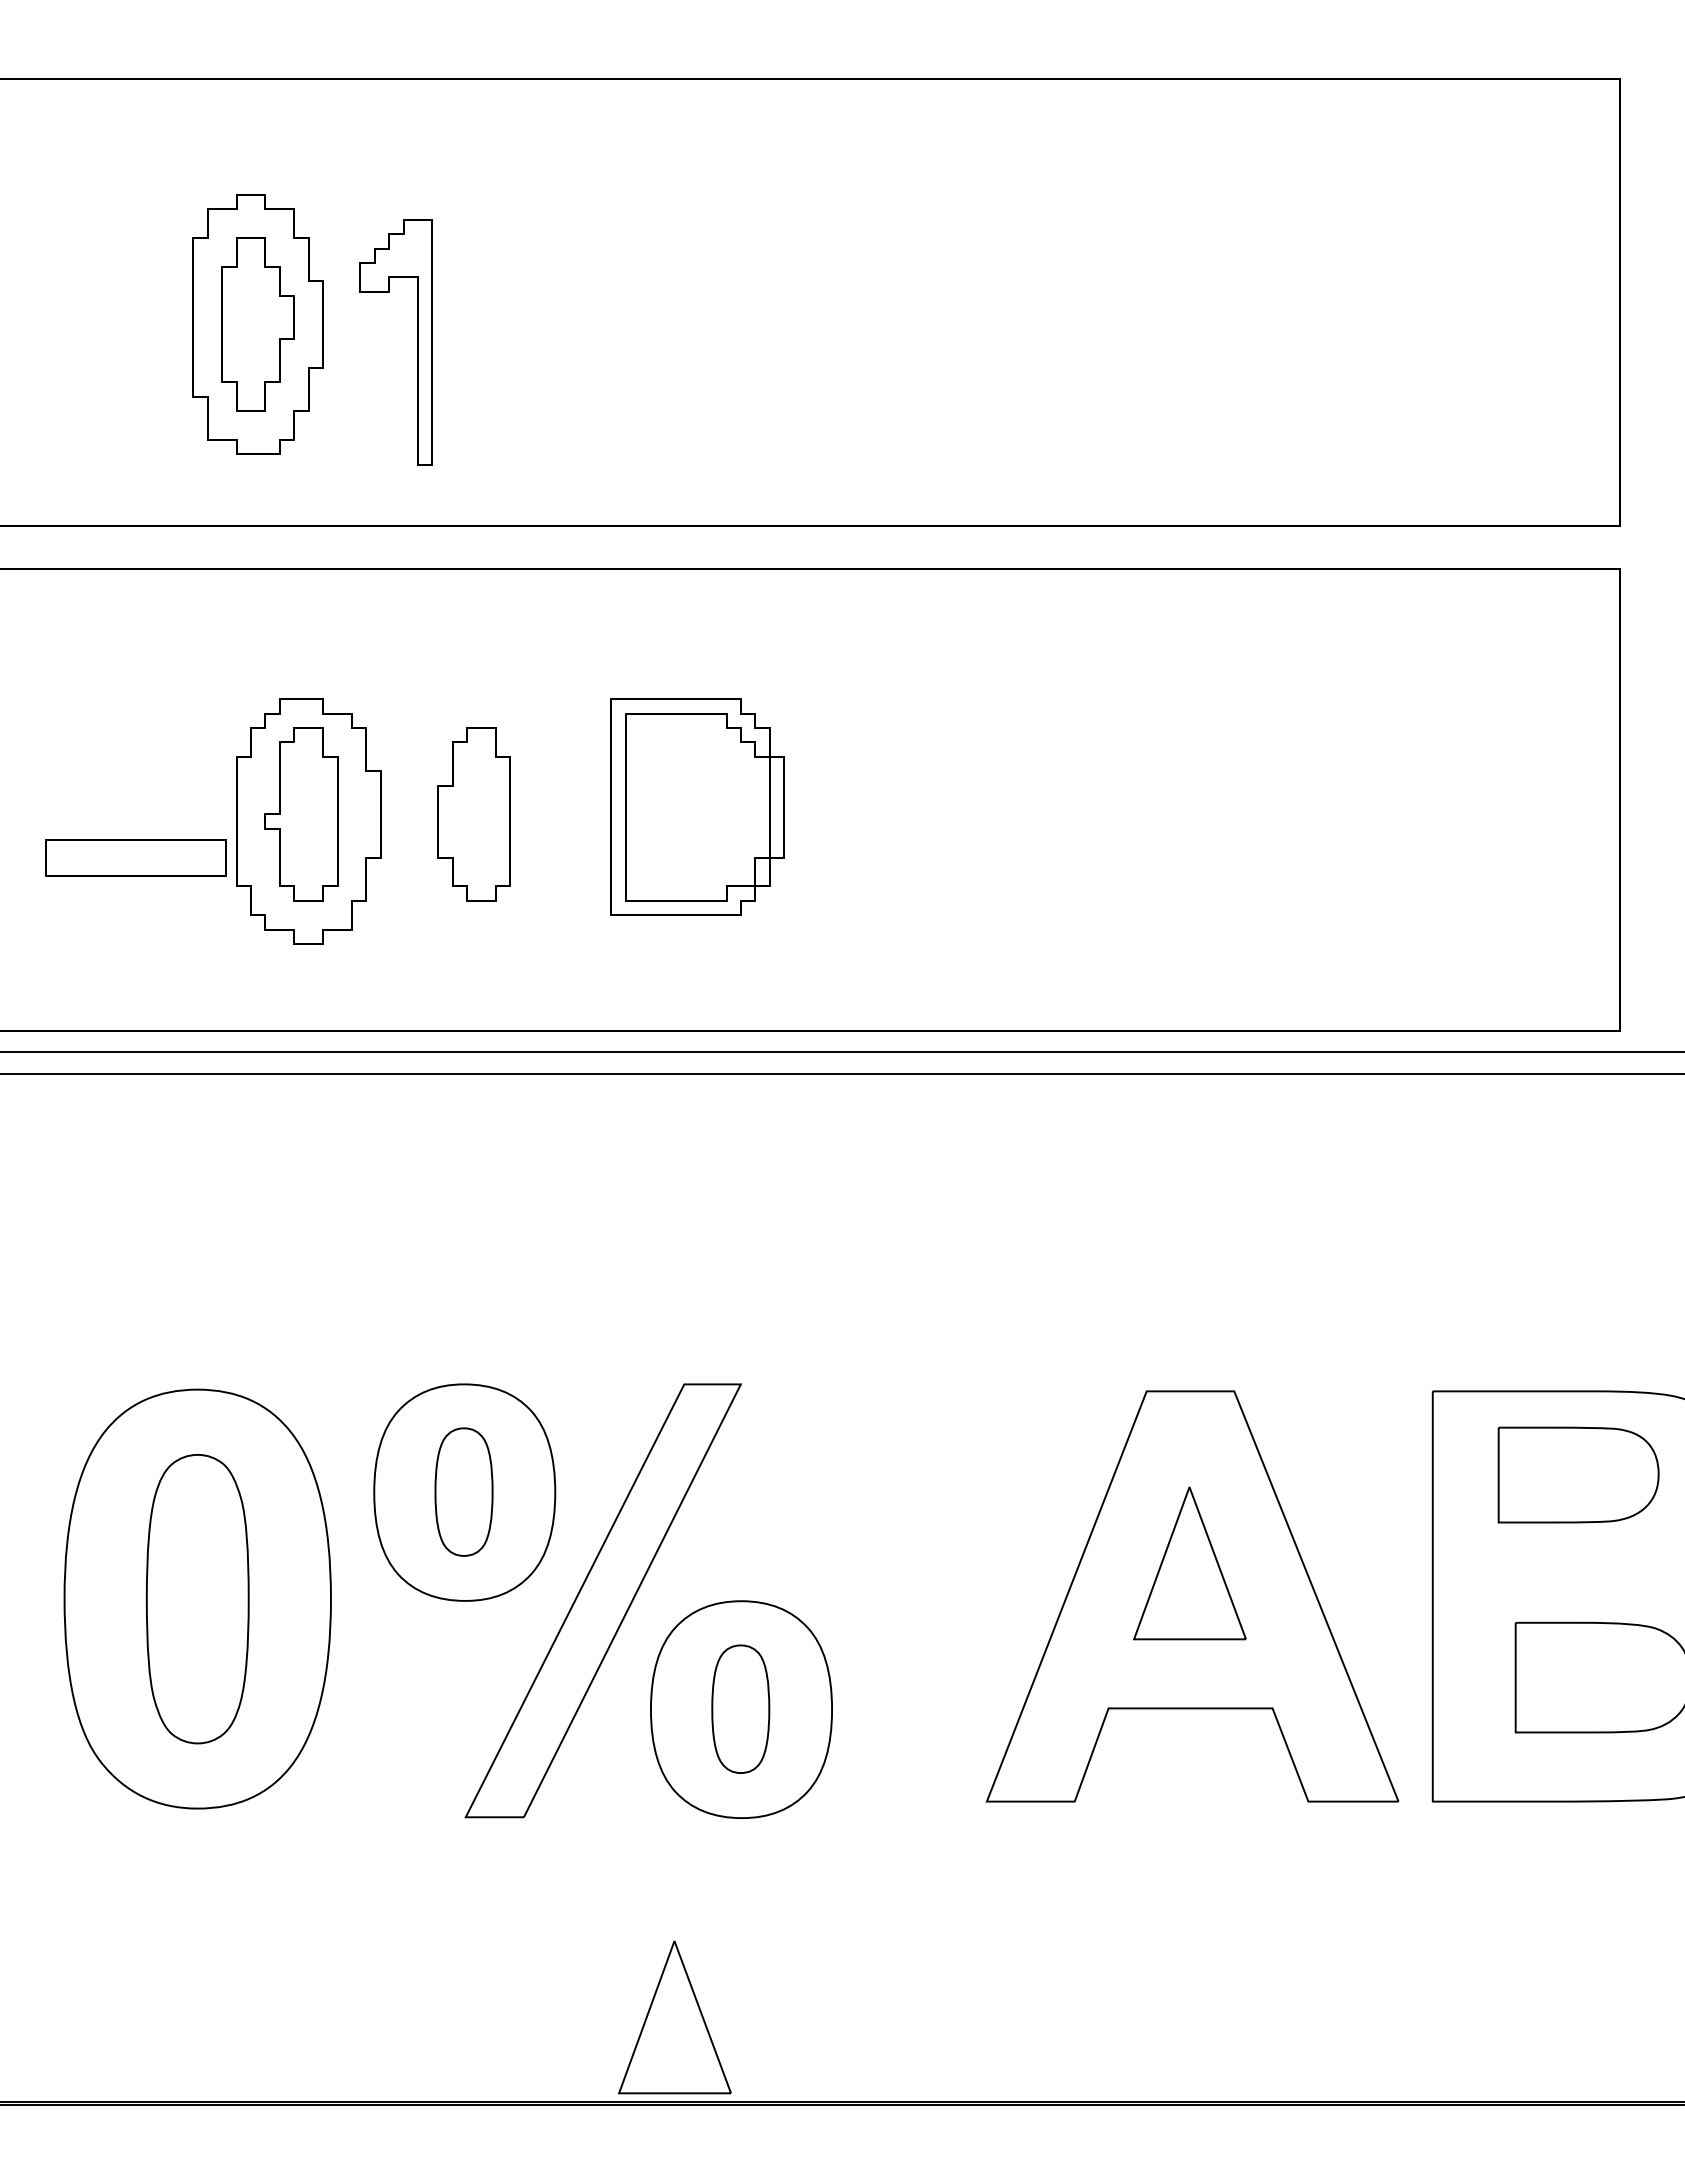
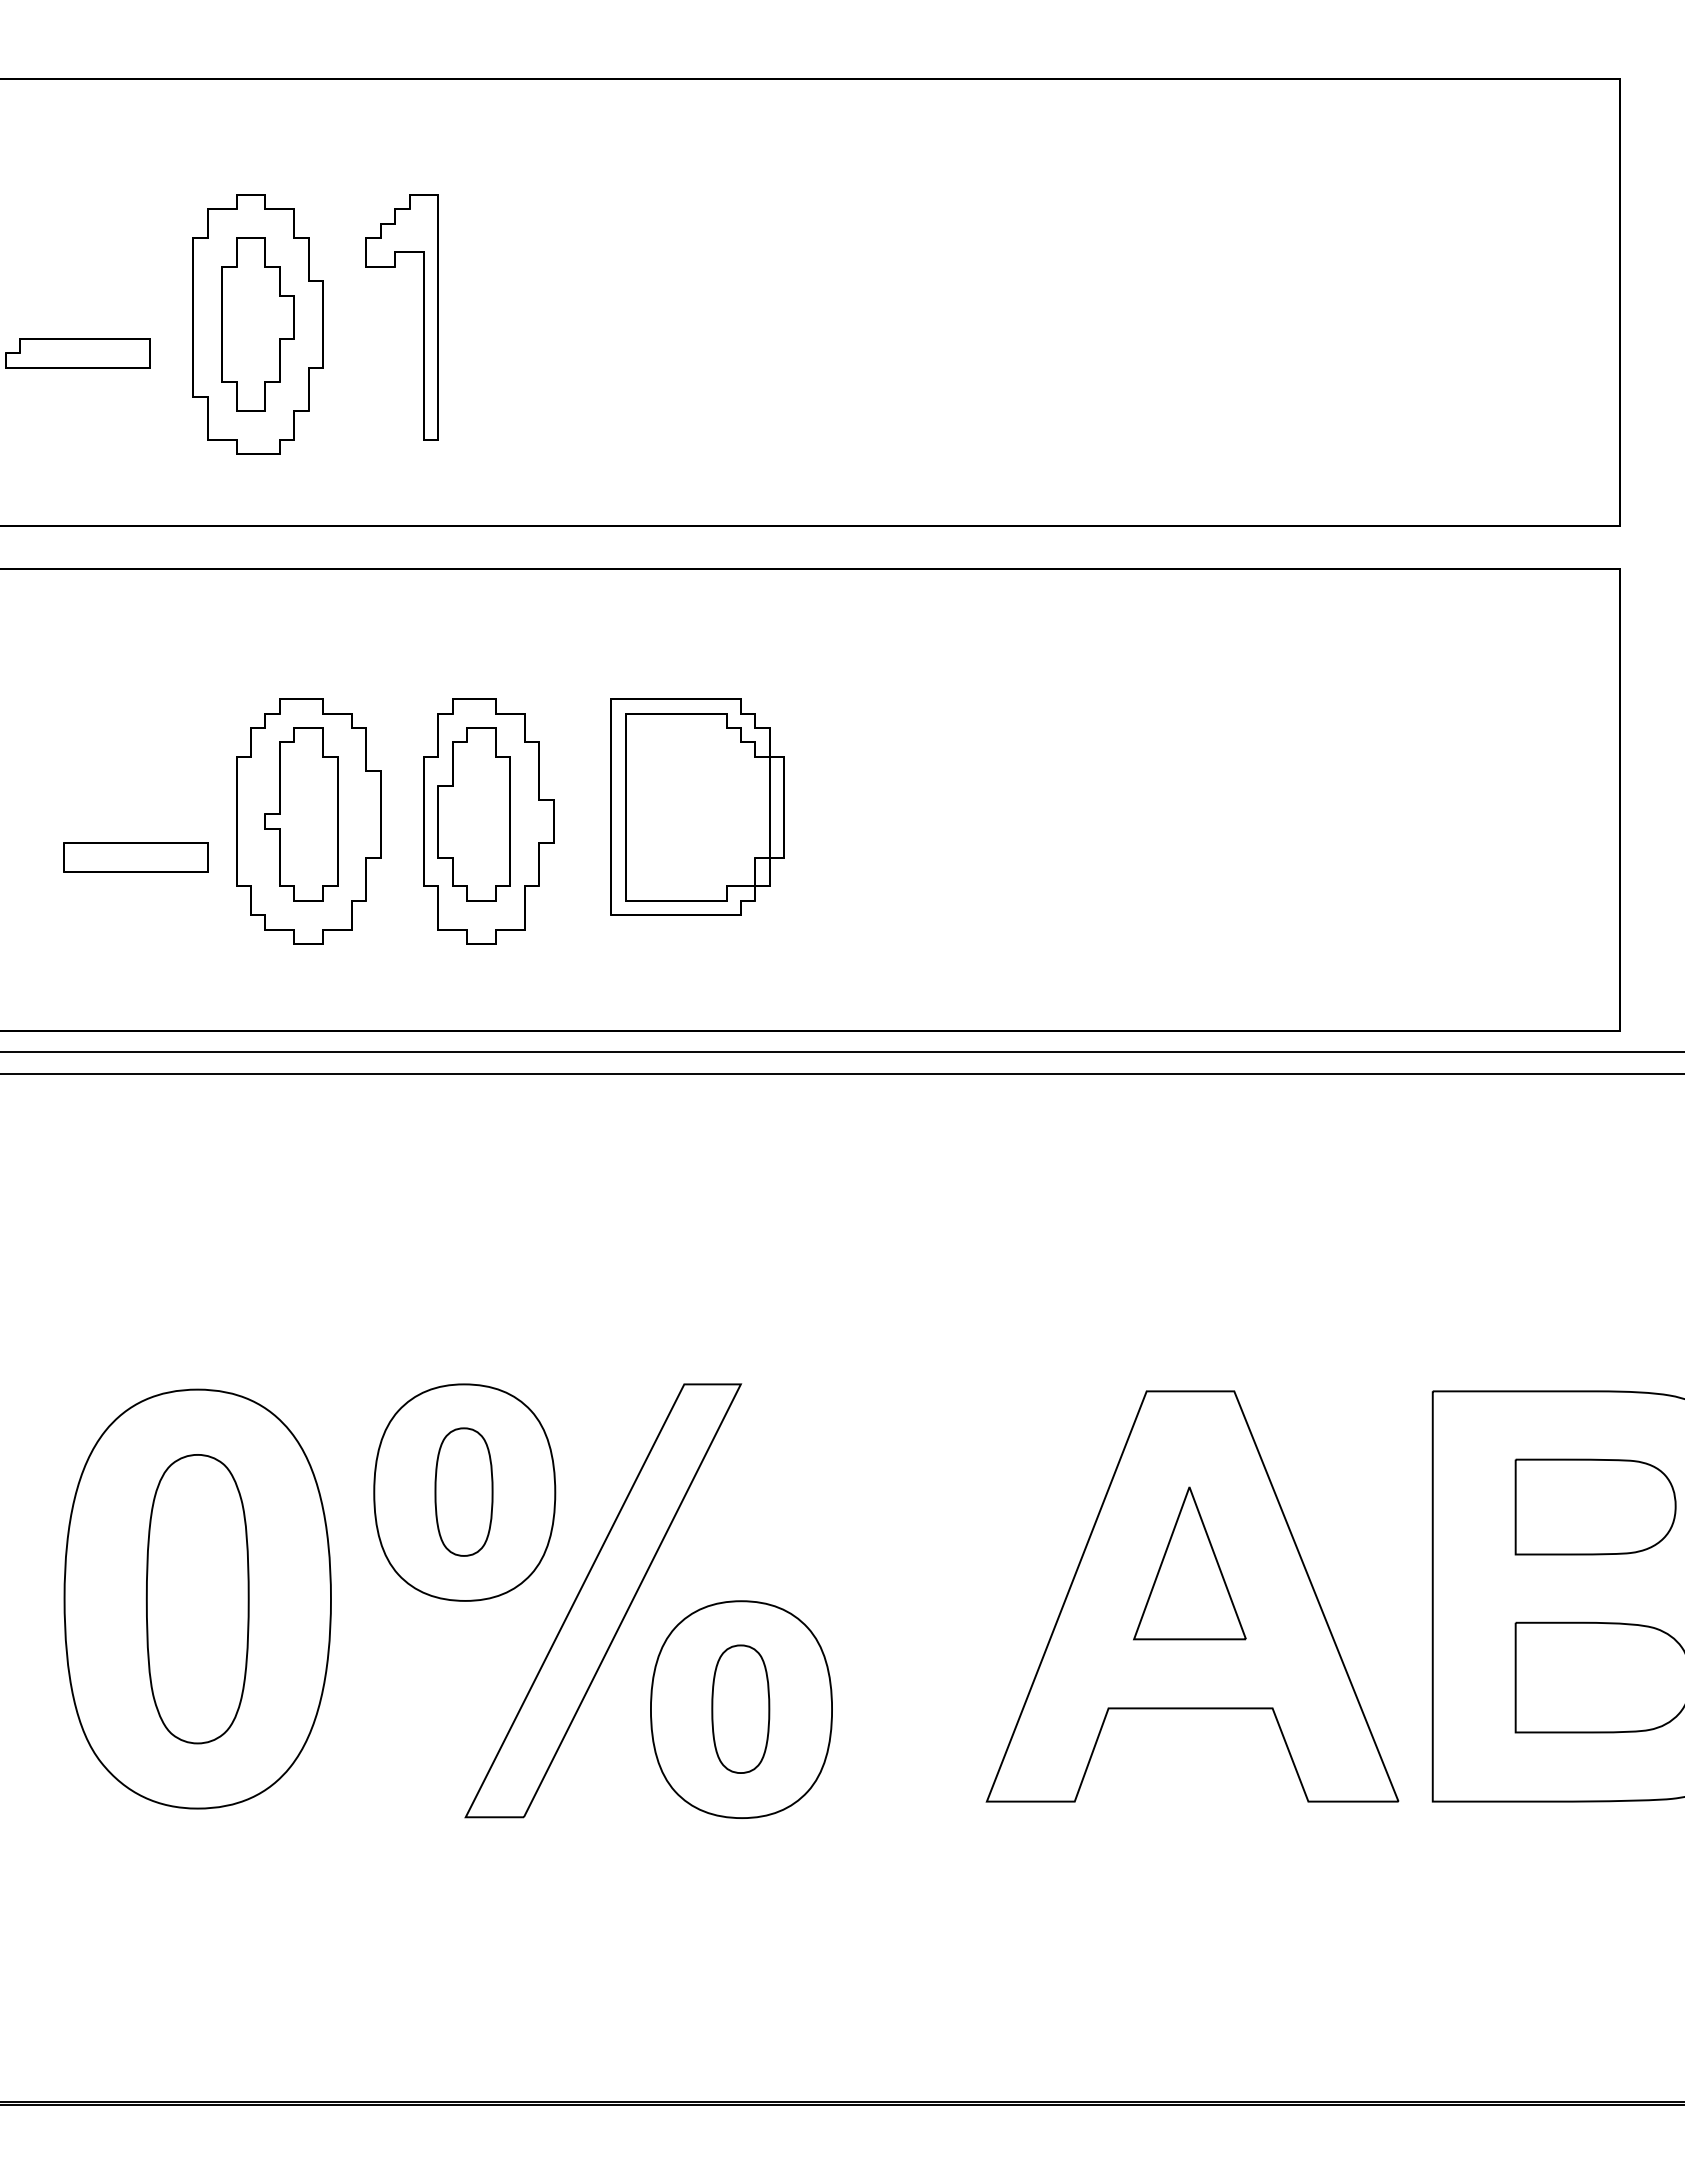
part at (417, 342) position: (417, 342) -> (423, 317)
part at (77, 353): none -> present
part at (488, 821): none -> present
part at (135, 857) size: 182x38 px -> 146x31 px
part at (1578, 1474) position: (1578, 1474) -> (1595, 1506)
part at (674, 2017): present -> none
